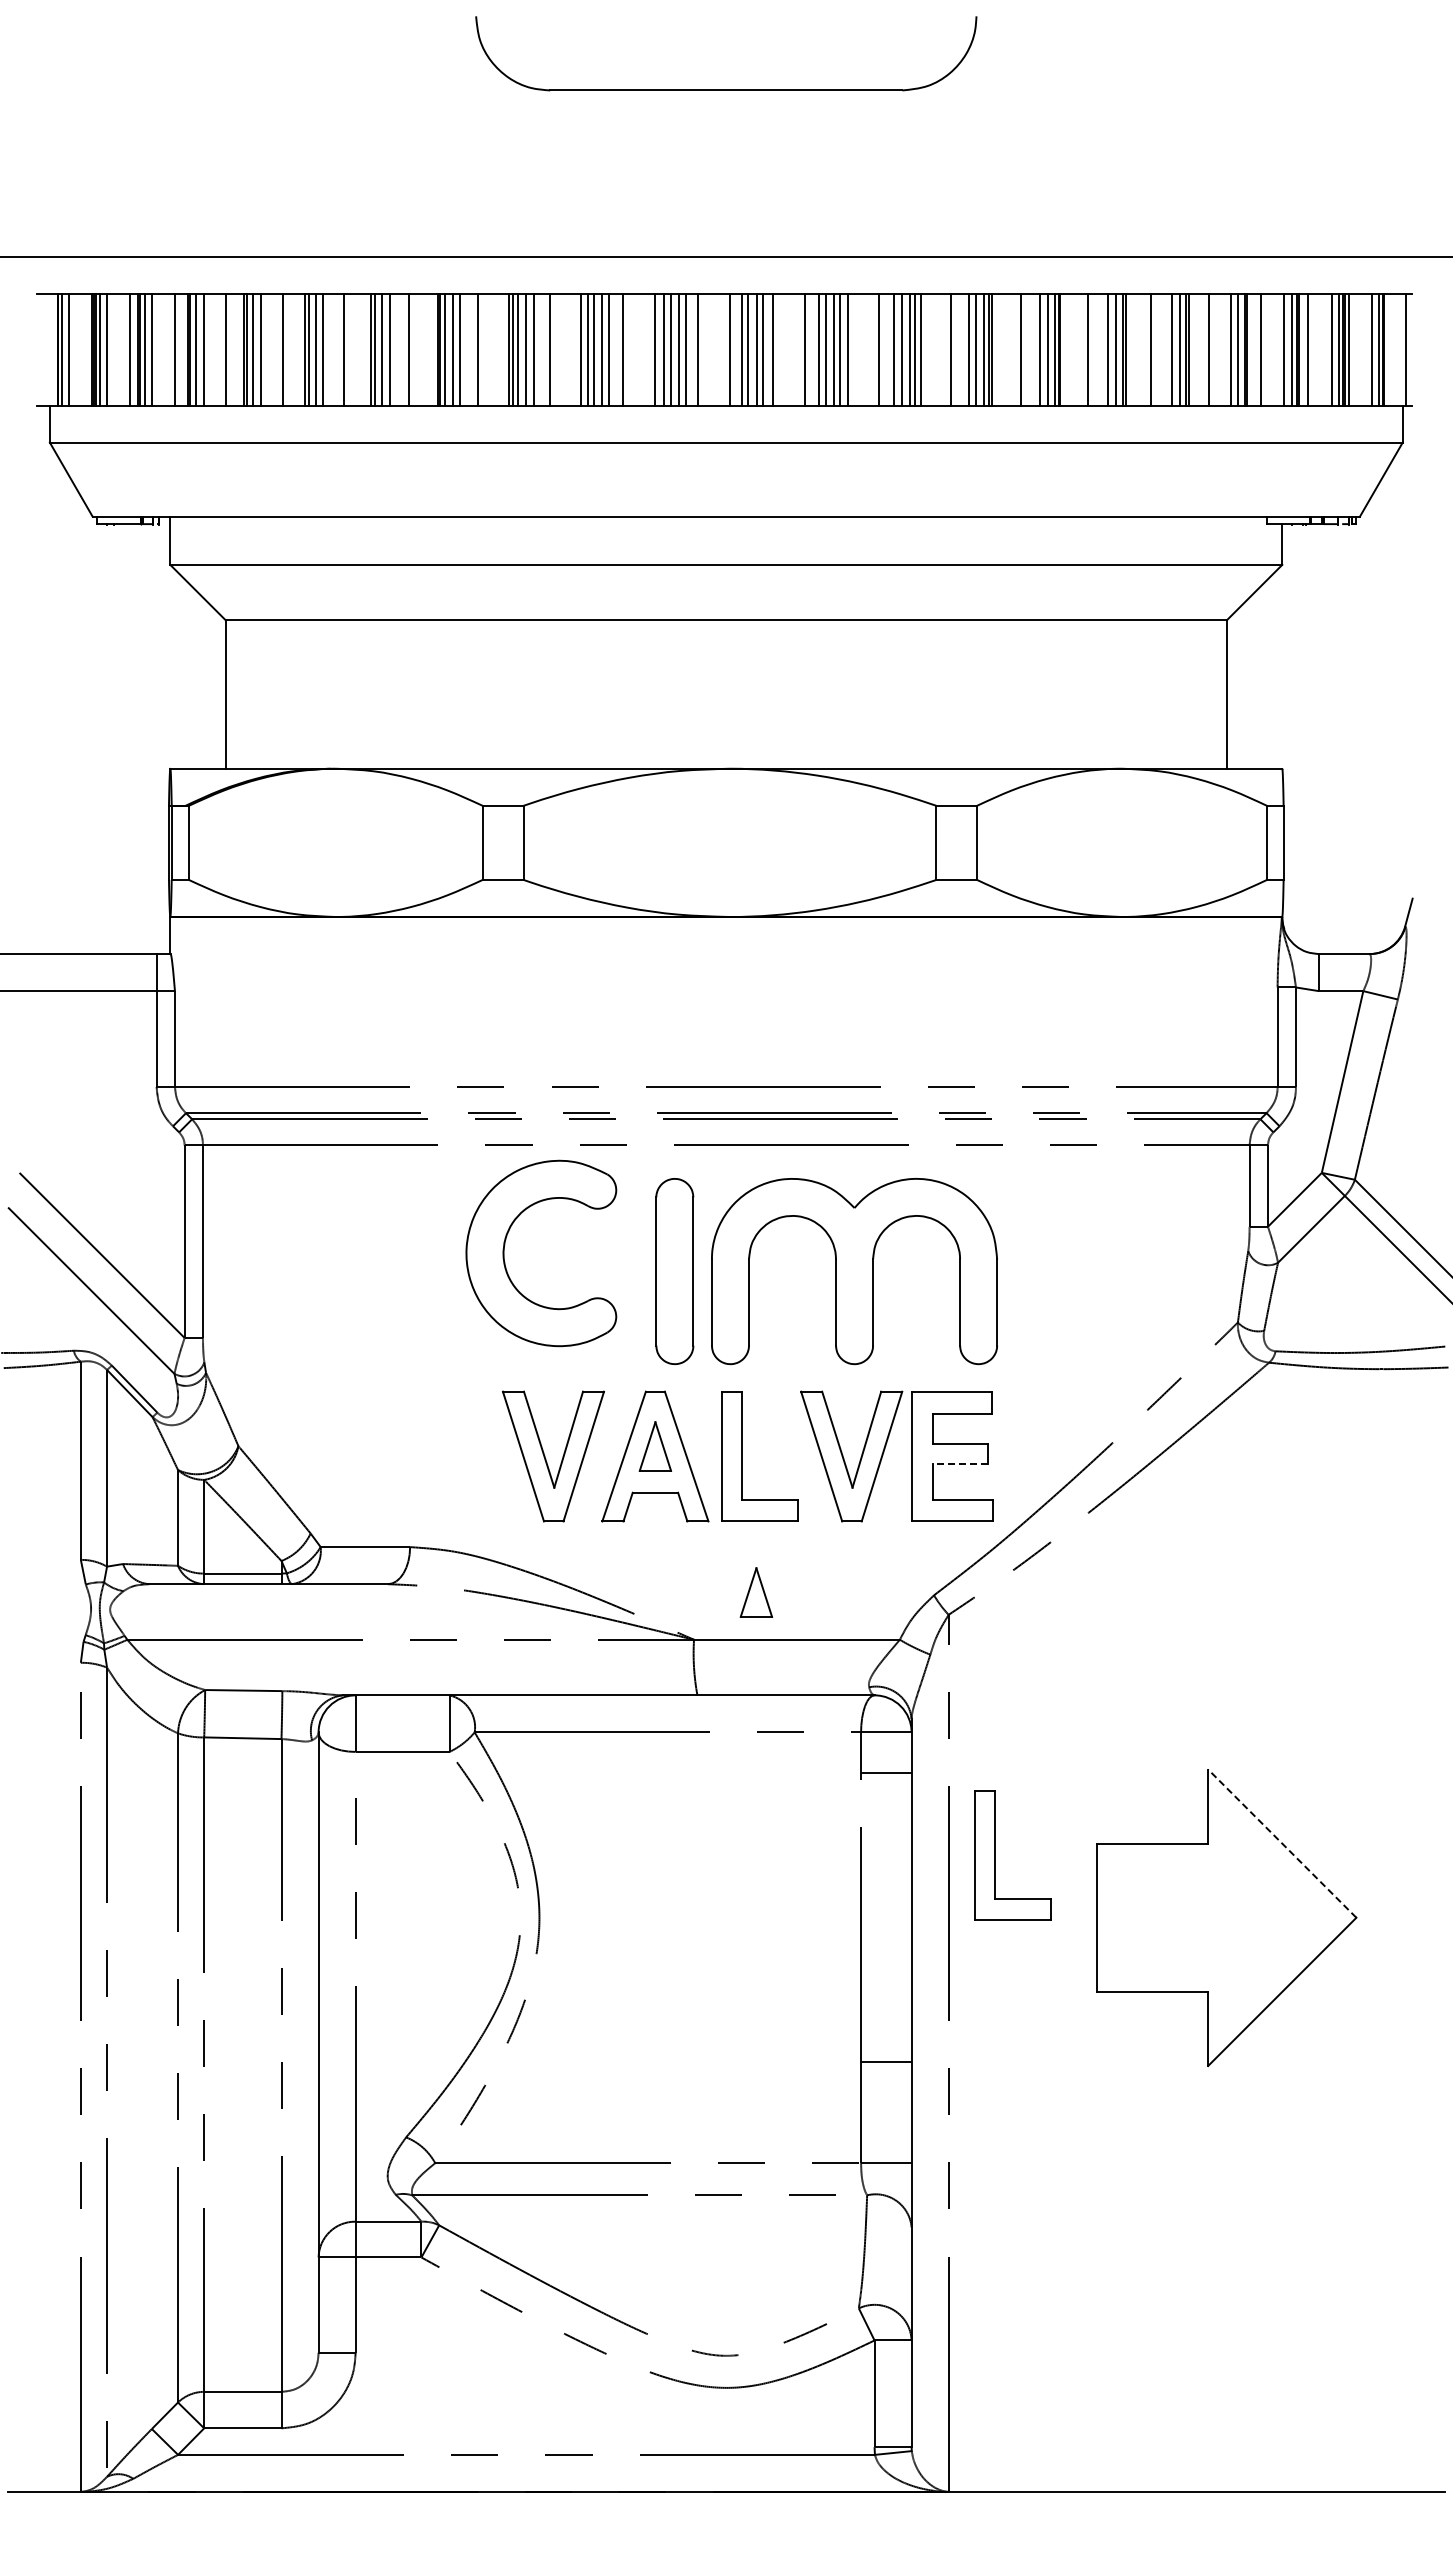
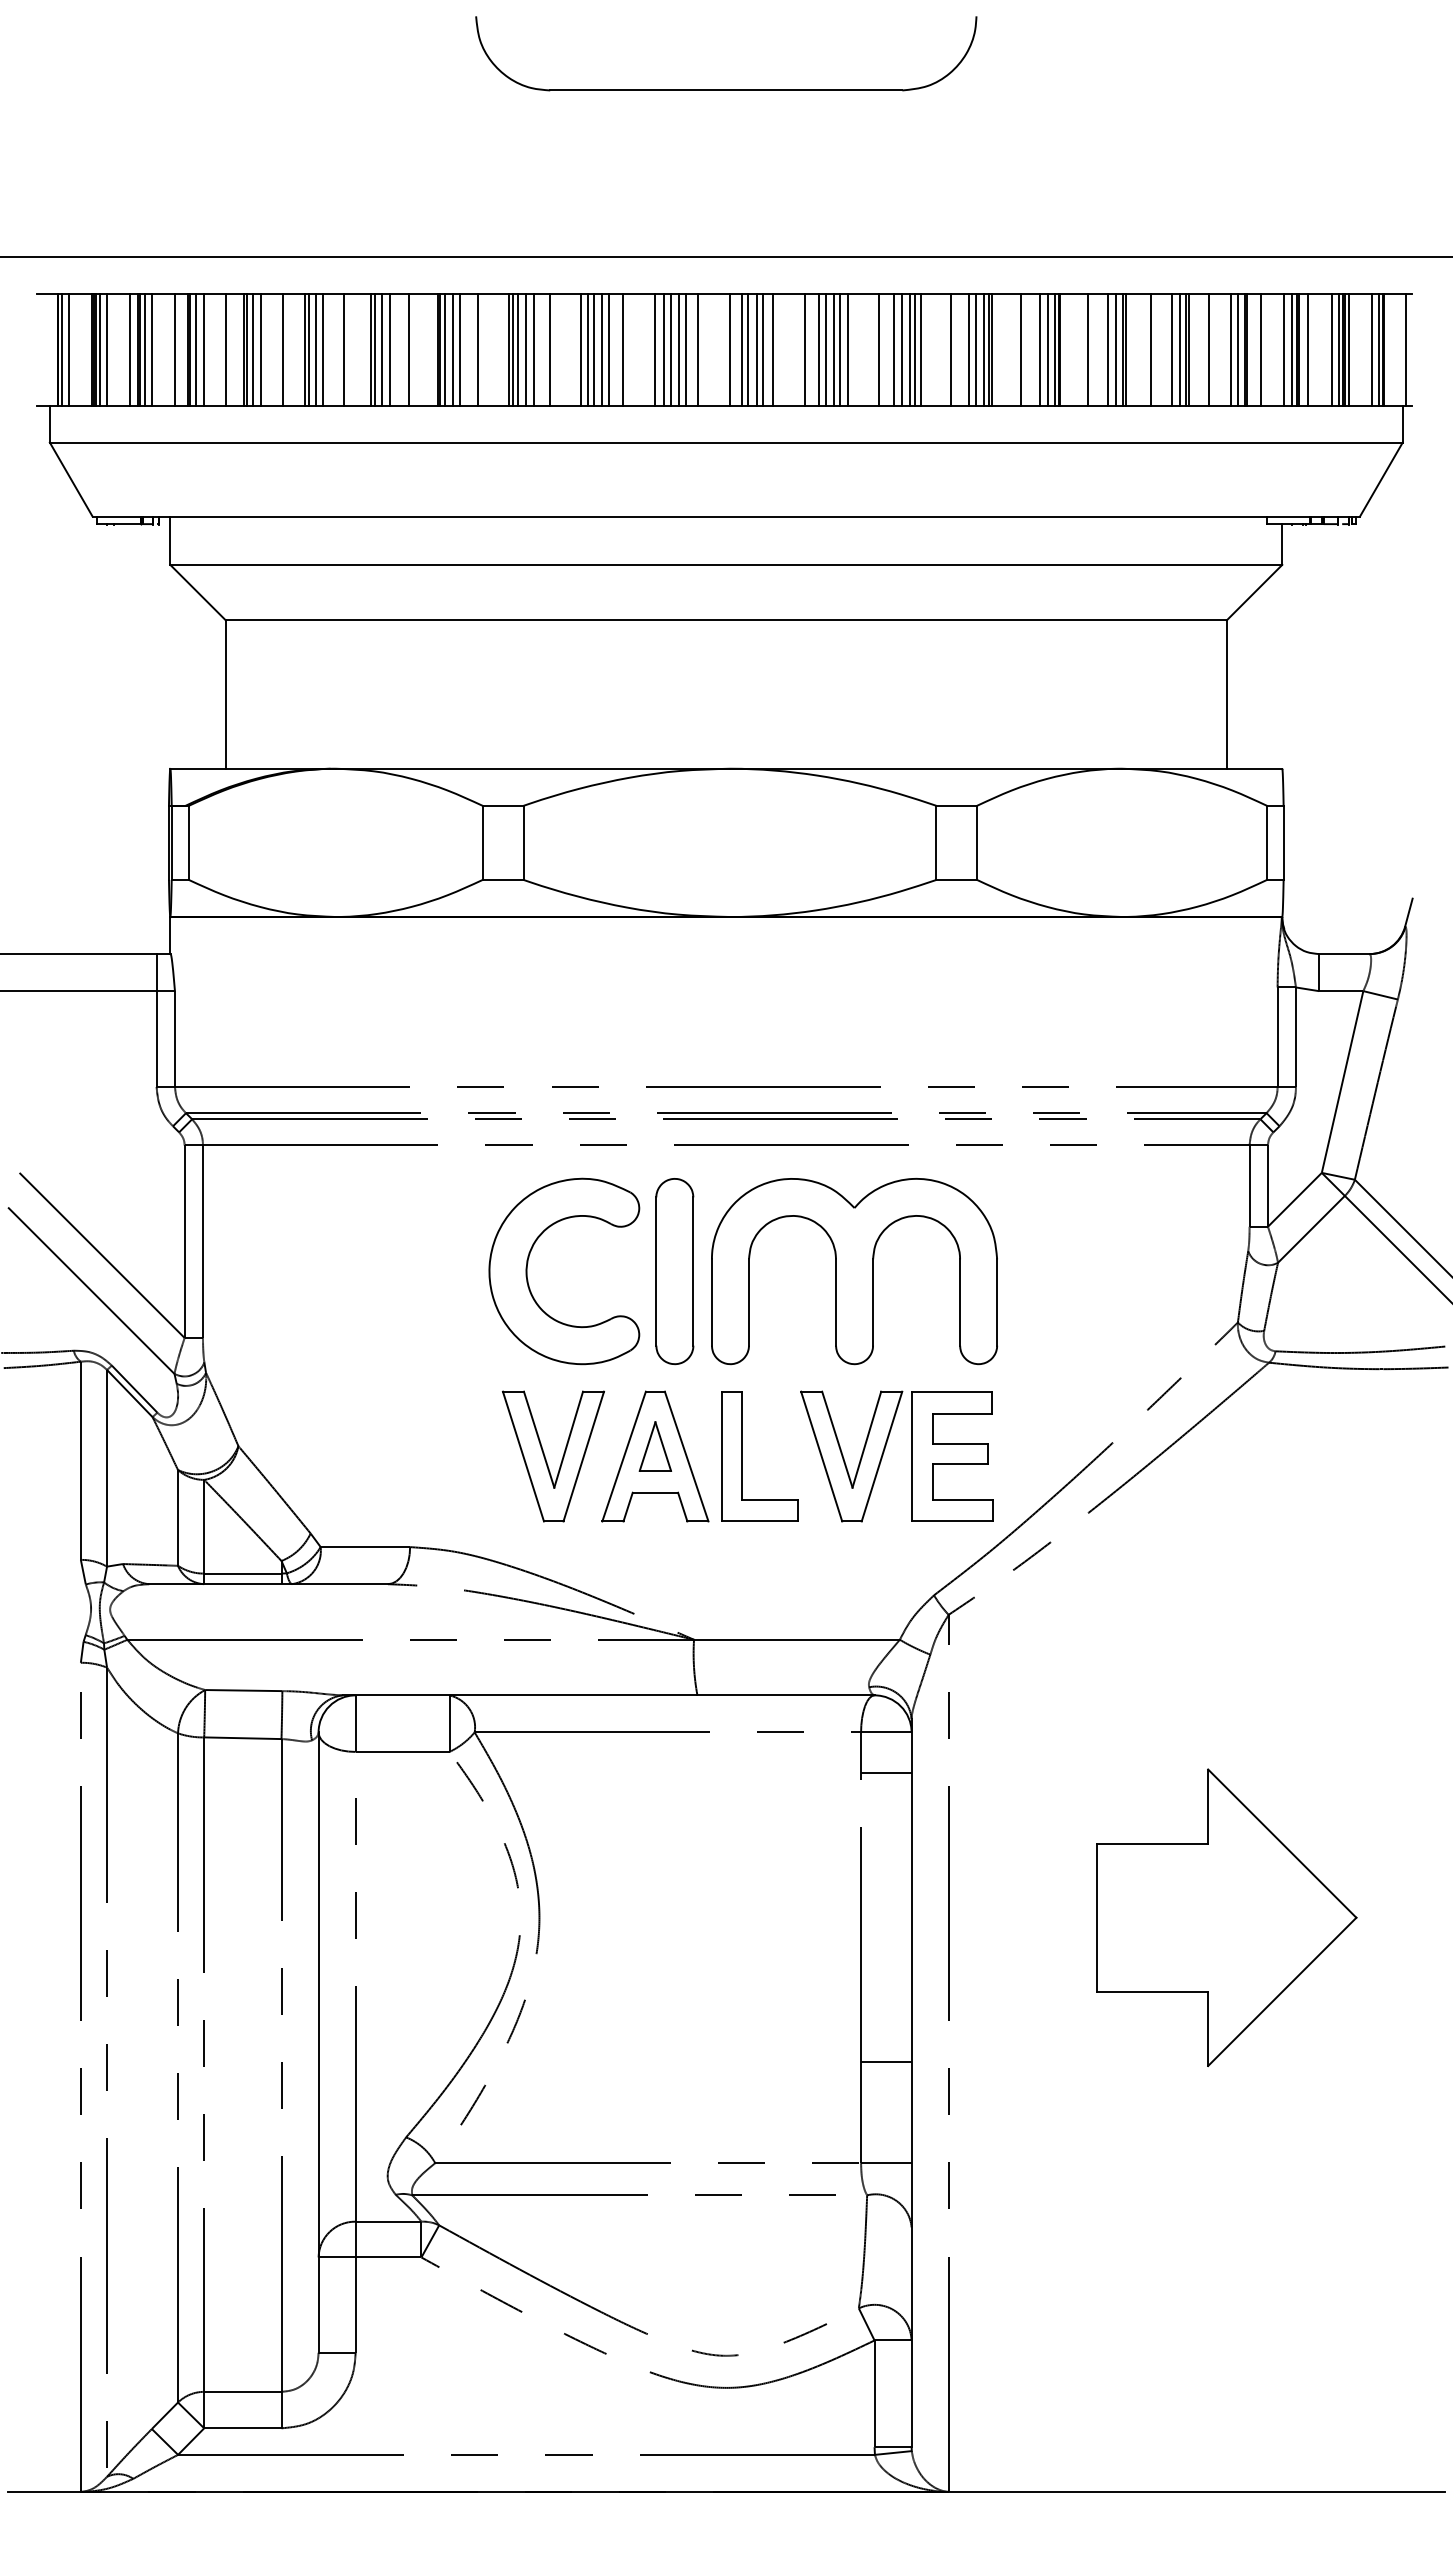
part at (505, 1245) position: (505, 1245) -> (528, 1263)
line at (960, 1464): dashed -> solid
part at (756, 1592): present -> none
line at (1282, 1843): dashed -> solid
part at (995, 1855): present -> none
